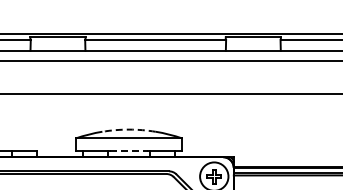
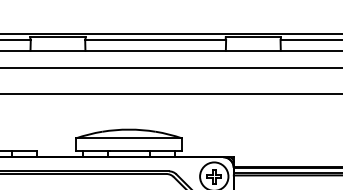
line at (170, 61) position: (170, 61) -> (170, 68)
arc at (129, 129): dashed -> solid
line at (129, 150): dashed -> solid
